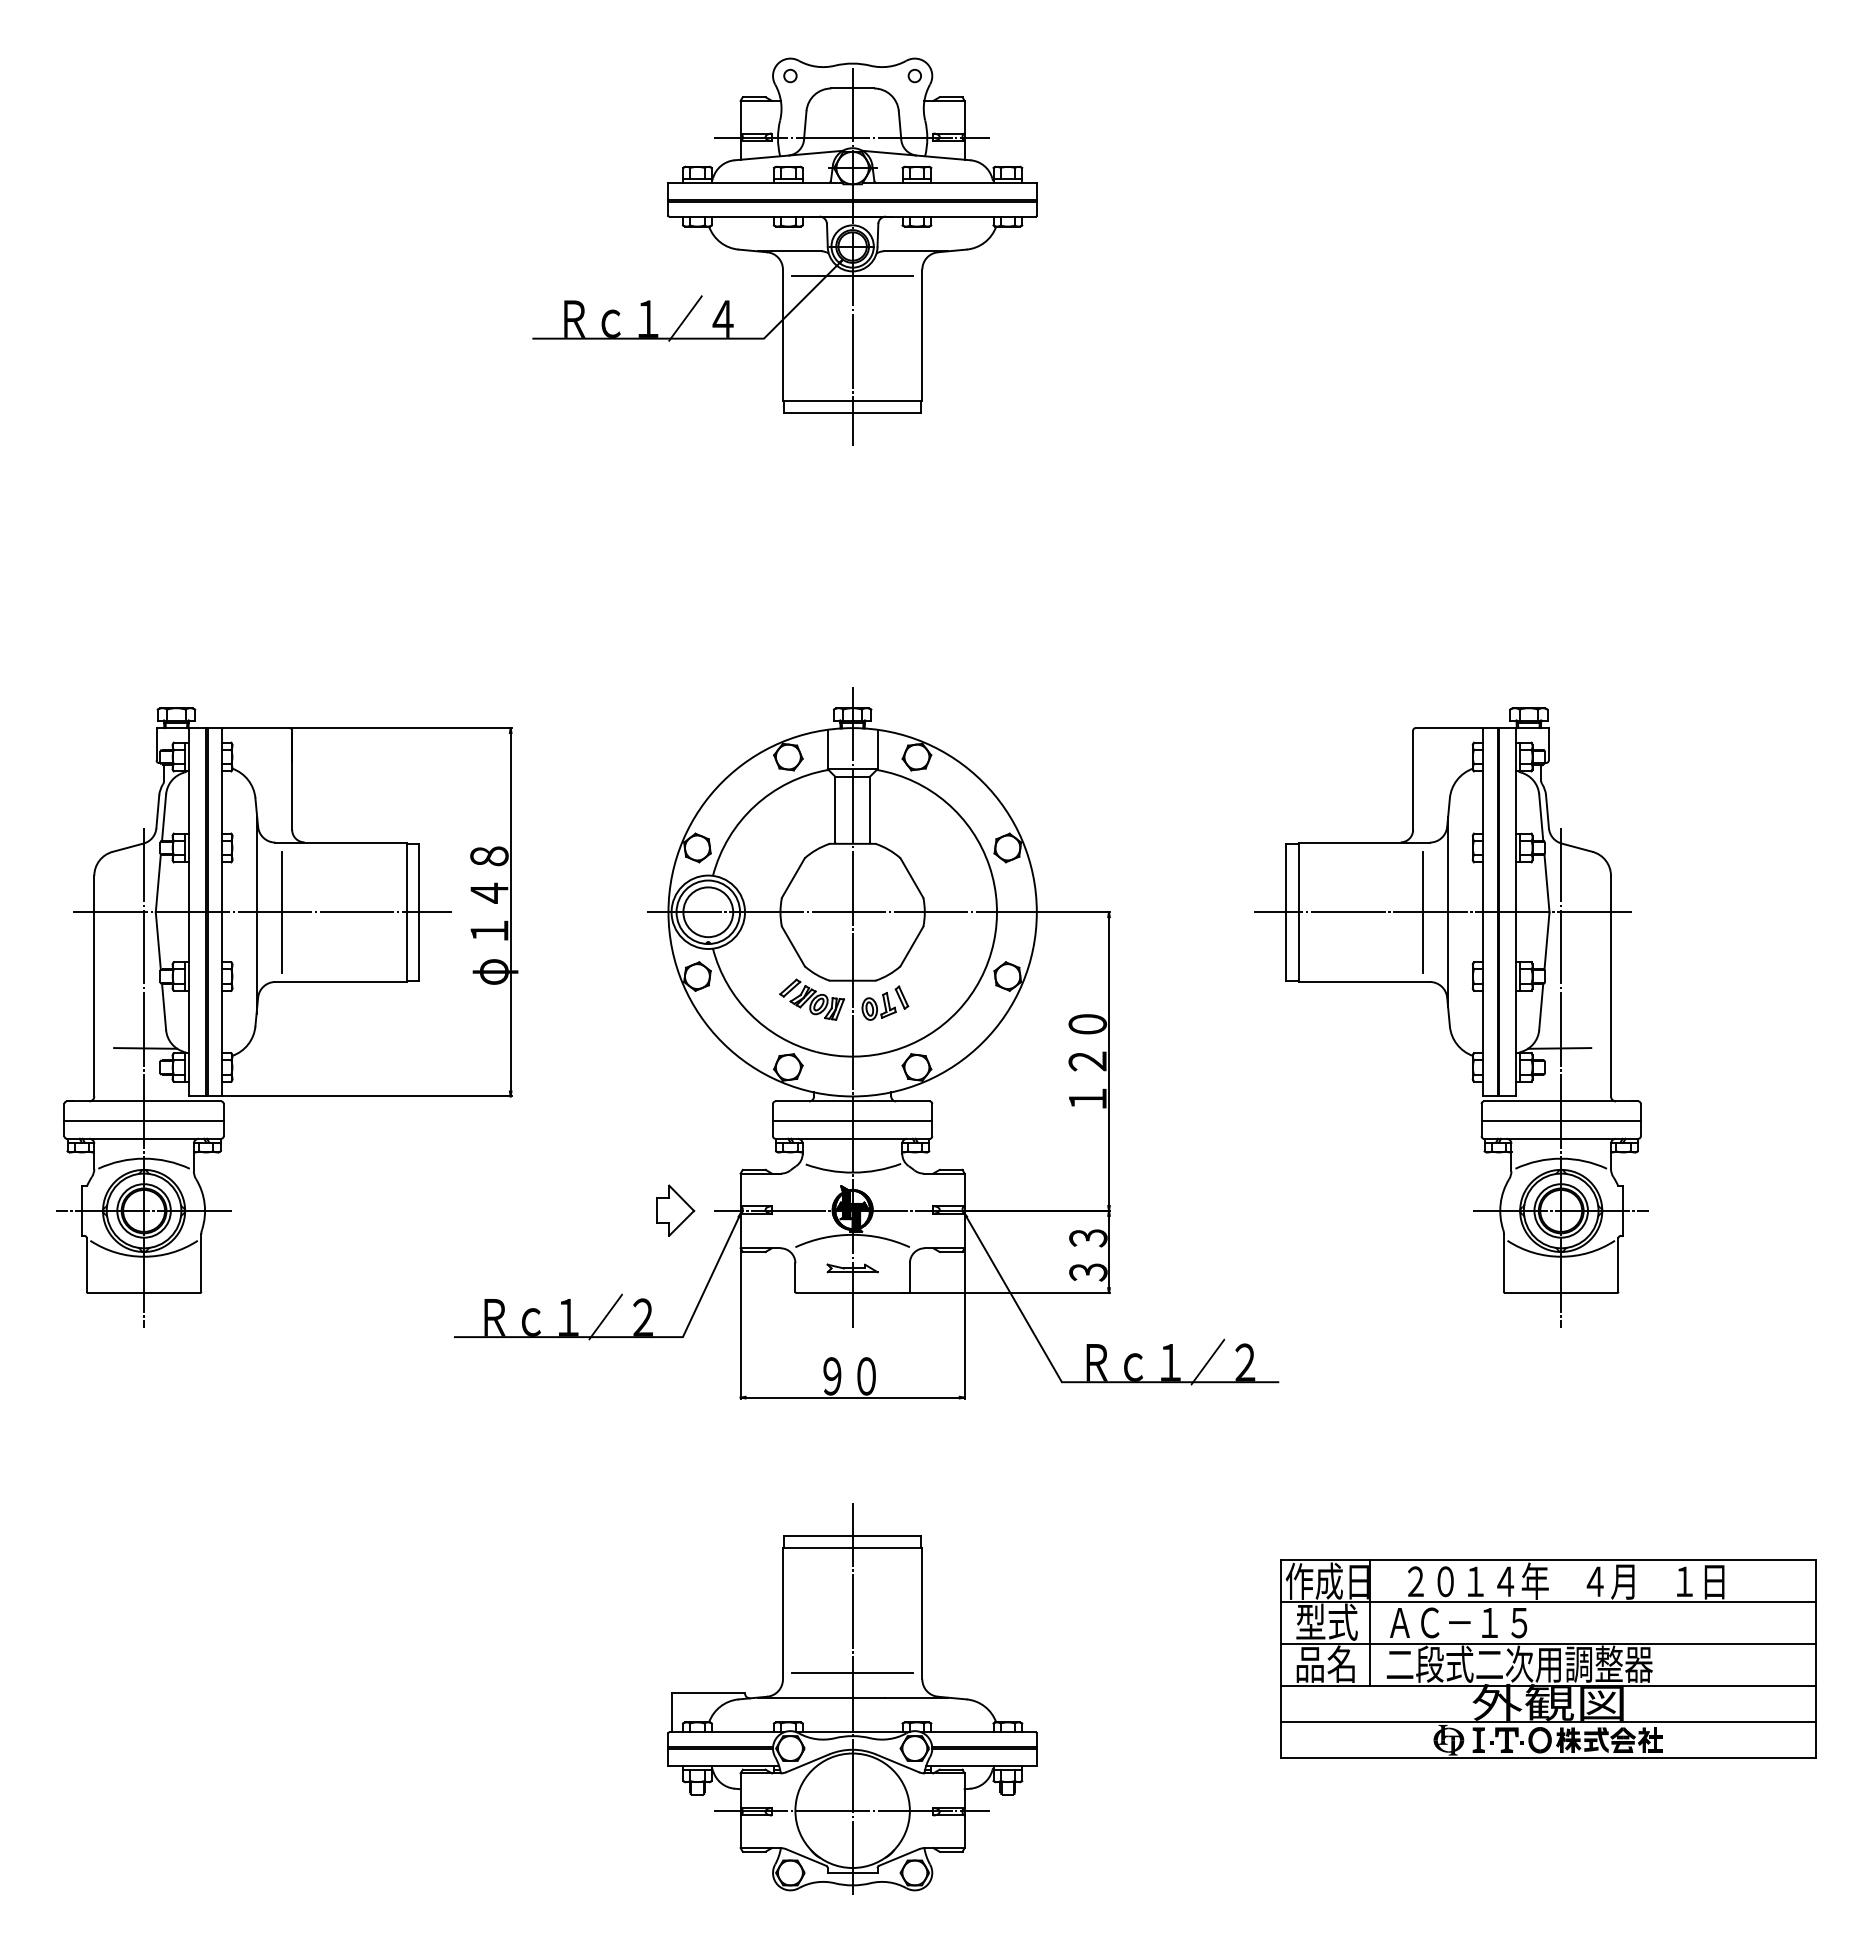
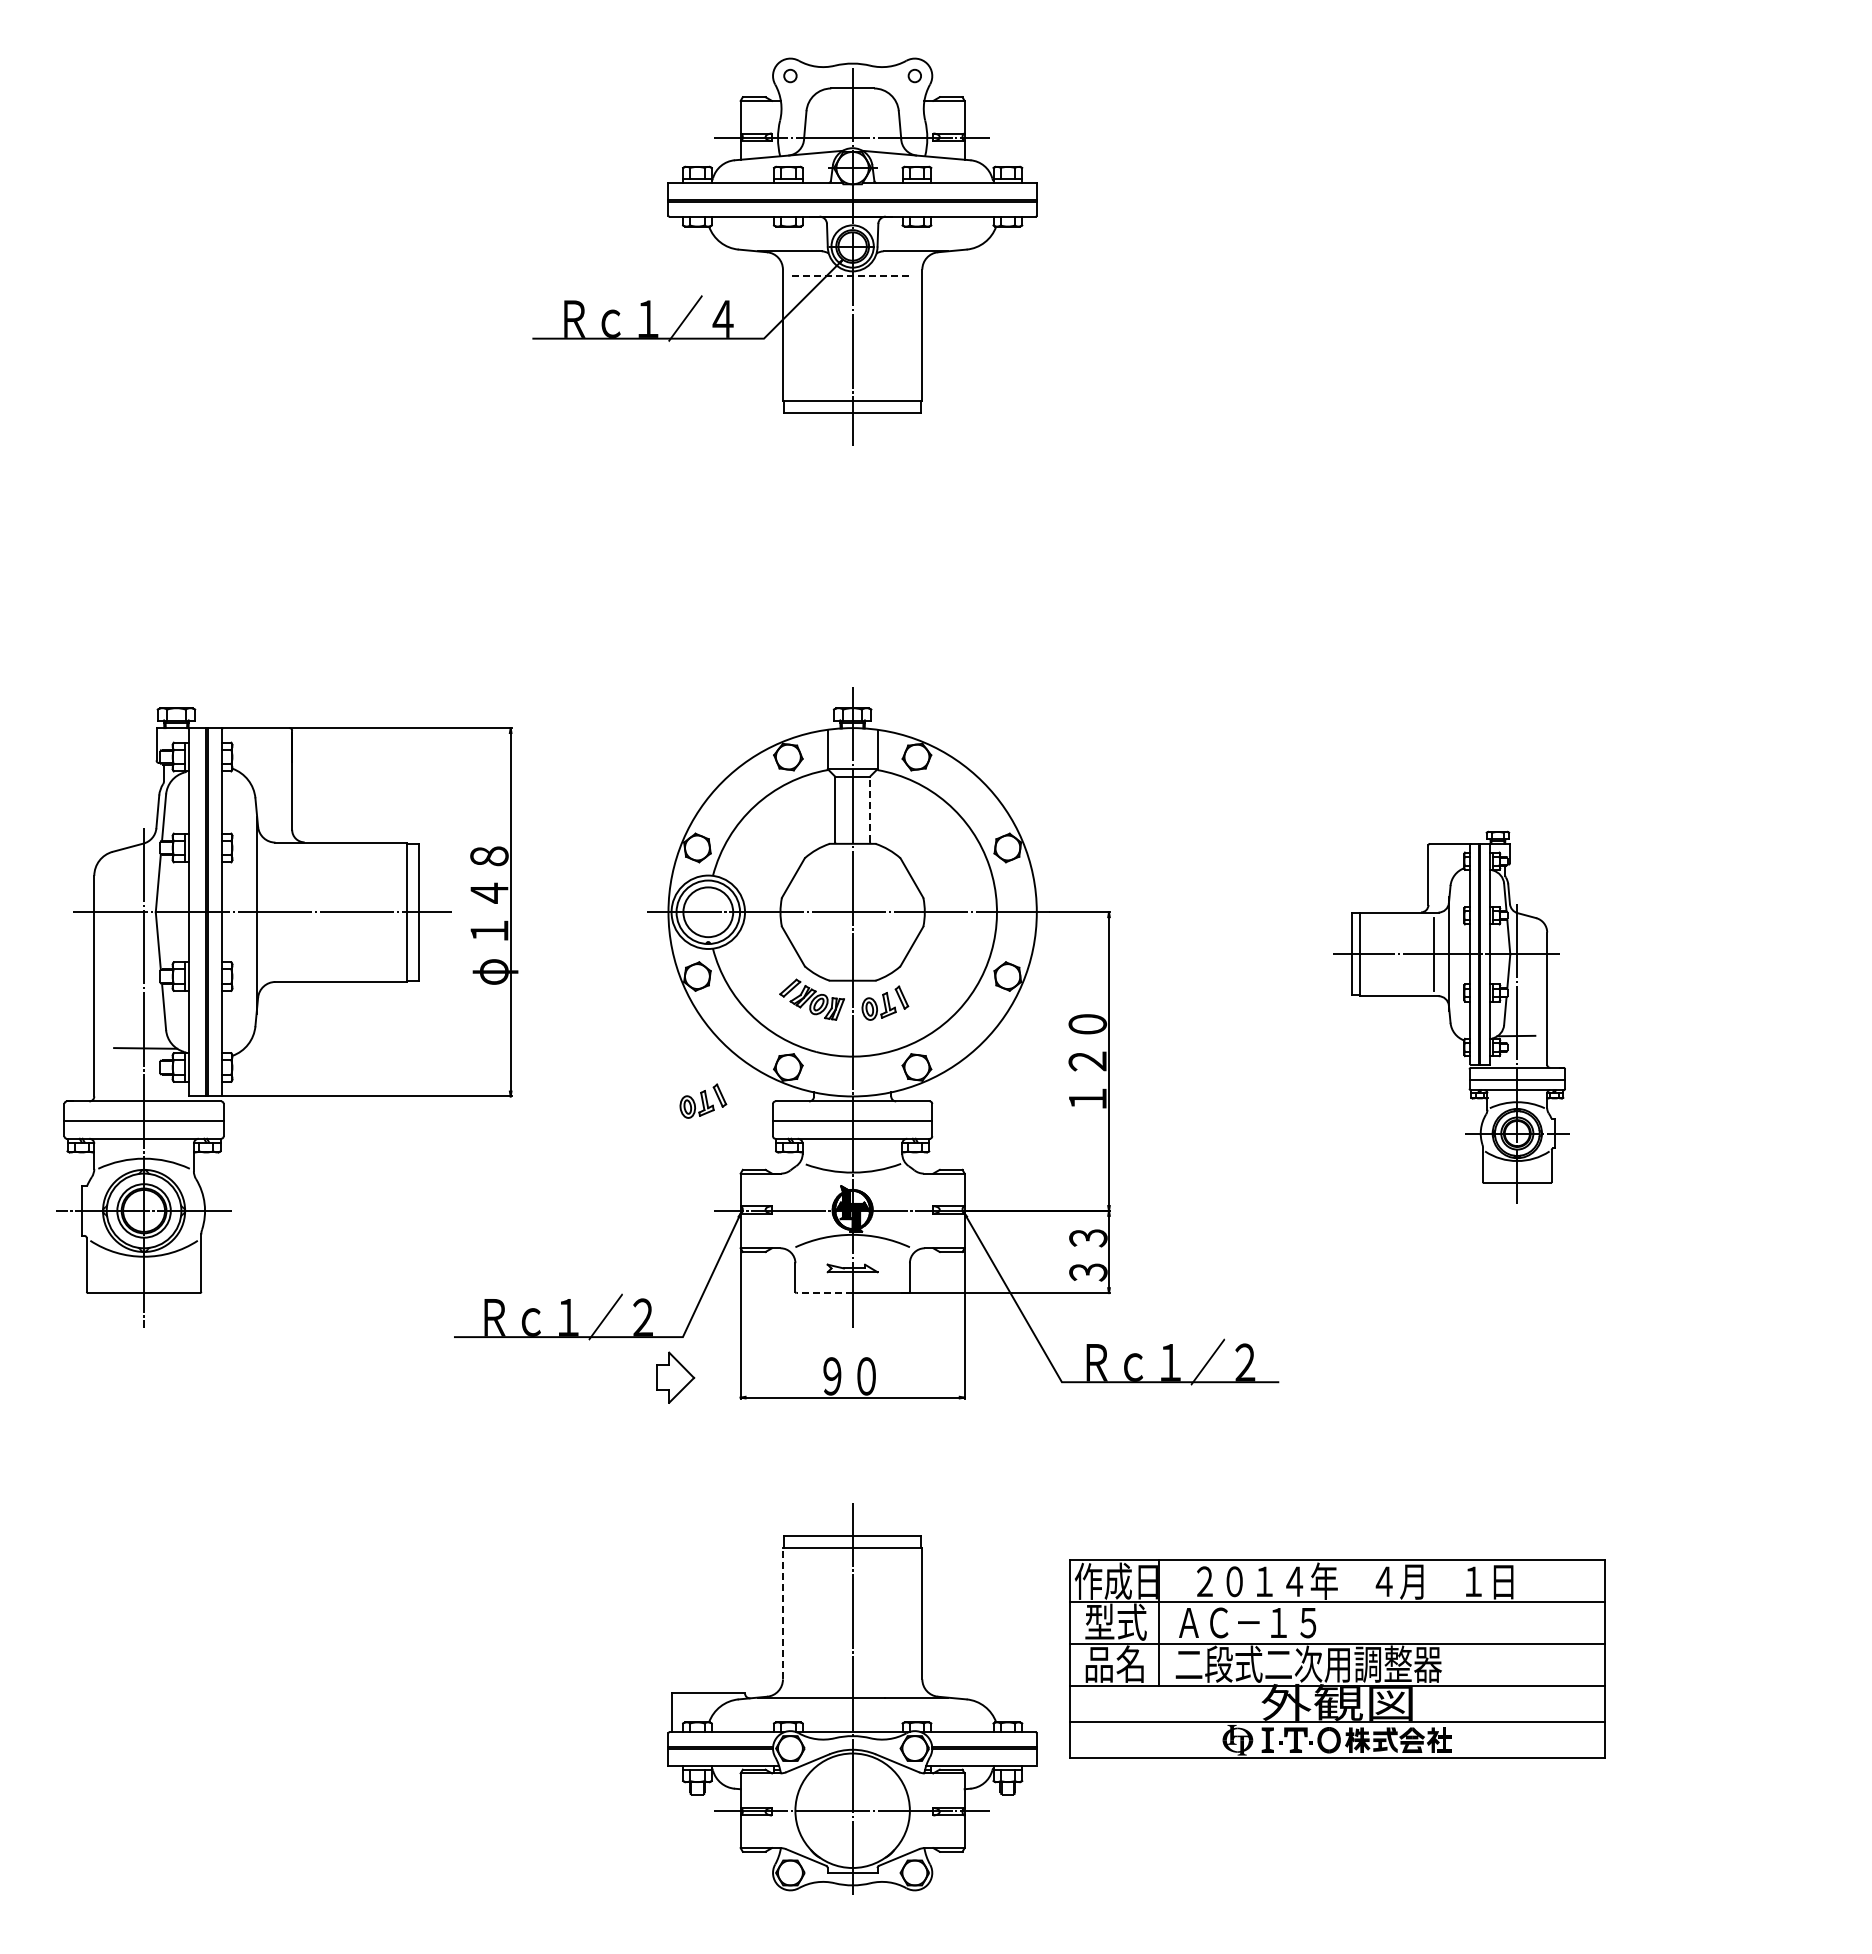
line at (853, 276): solid -> dashed
line at (870, 809): solid -> dashed
line at (282, 911): present -> none
part at (1451, 1017) size: 395x621 px -> 237x374 px
part at (703, 1100): none -> present
part at (675, 1210) position: (675, 1210) -> (675, 1377)
line at (824, 1293): solid -> dashed
line at (782, 1613): solid -> dashed
part at (1548, 1658) position: (1548, 1658) -> (1337, 1658)
line at (852, 1672): present -> none
